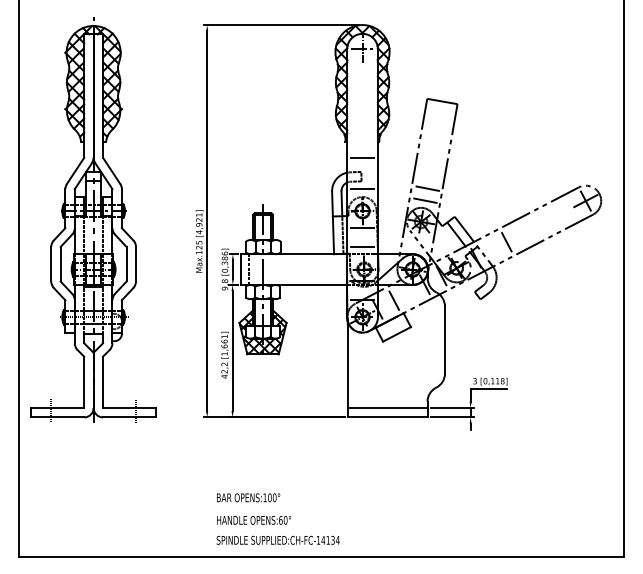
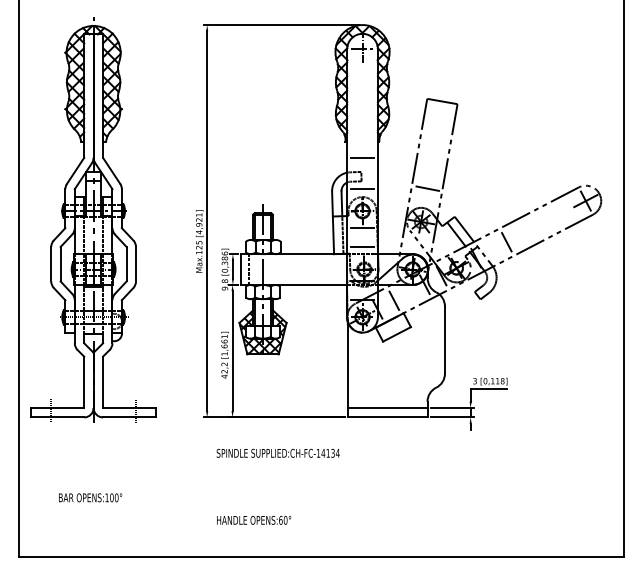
line at (425, 200): present -> none
text at (248, 497) position: (248, 497) -> (90, 497)
text at (277, 539) position: (277, 539) -> (277, 452)
